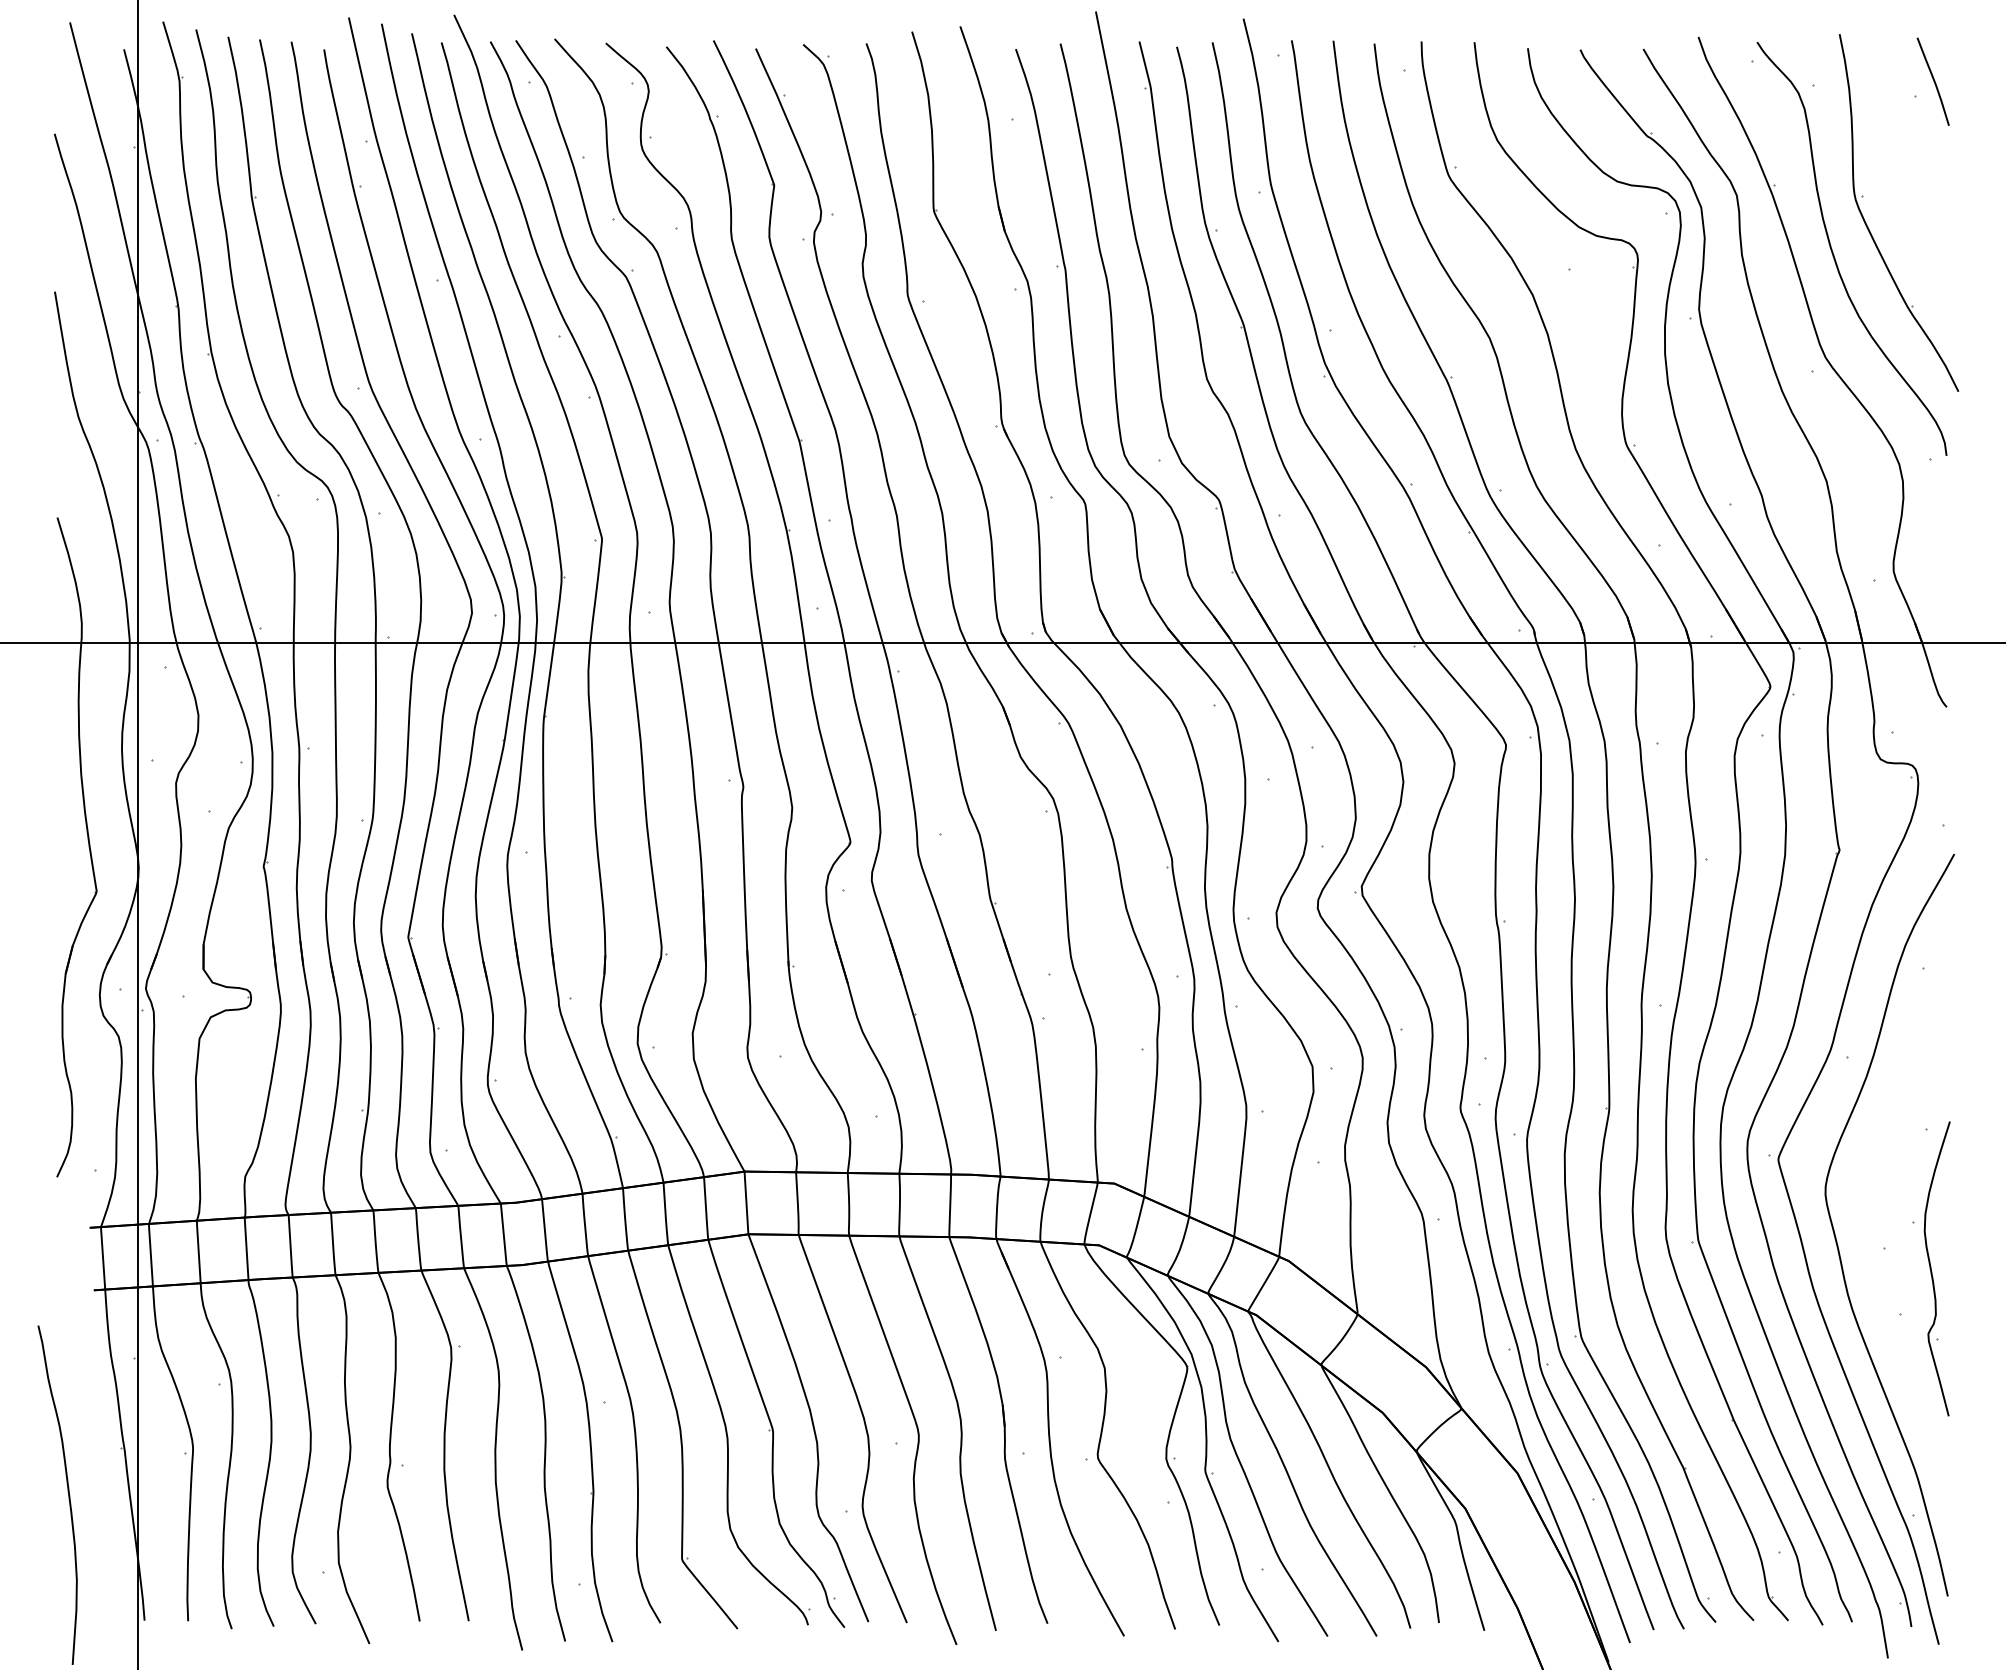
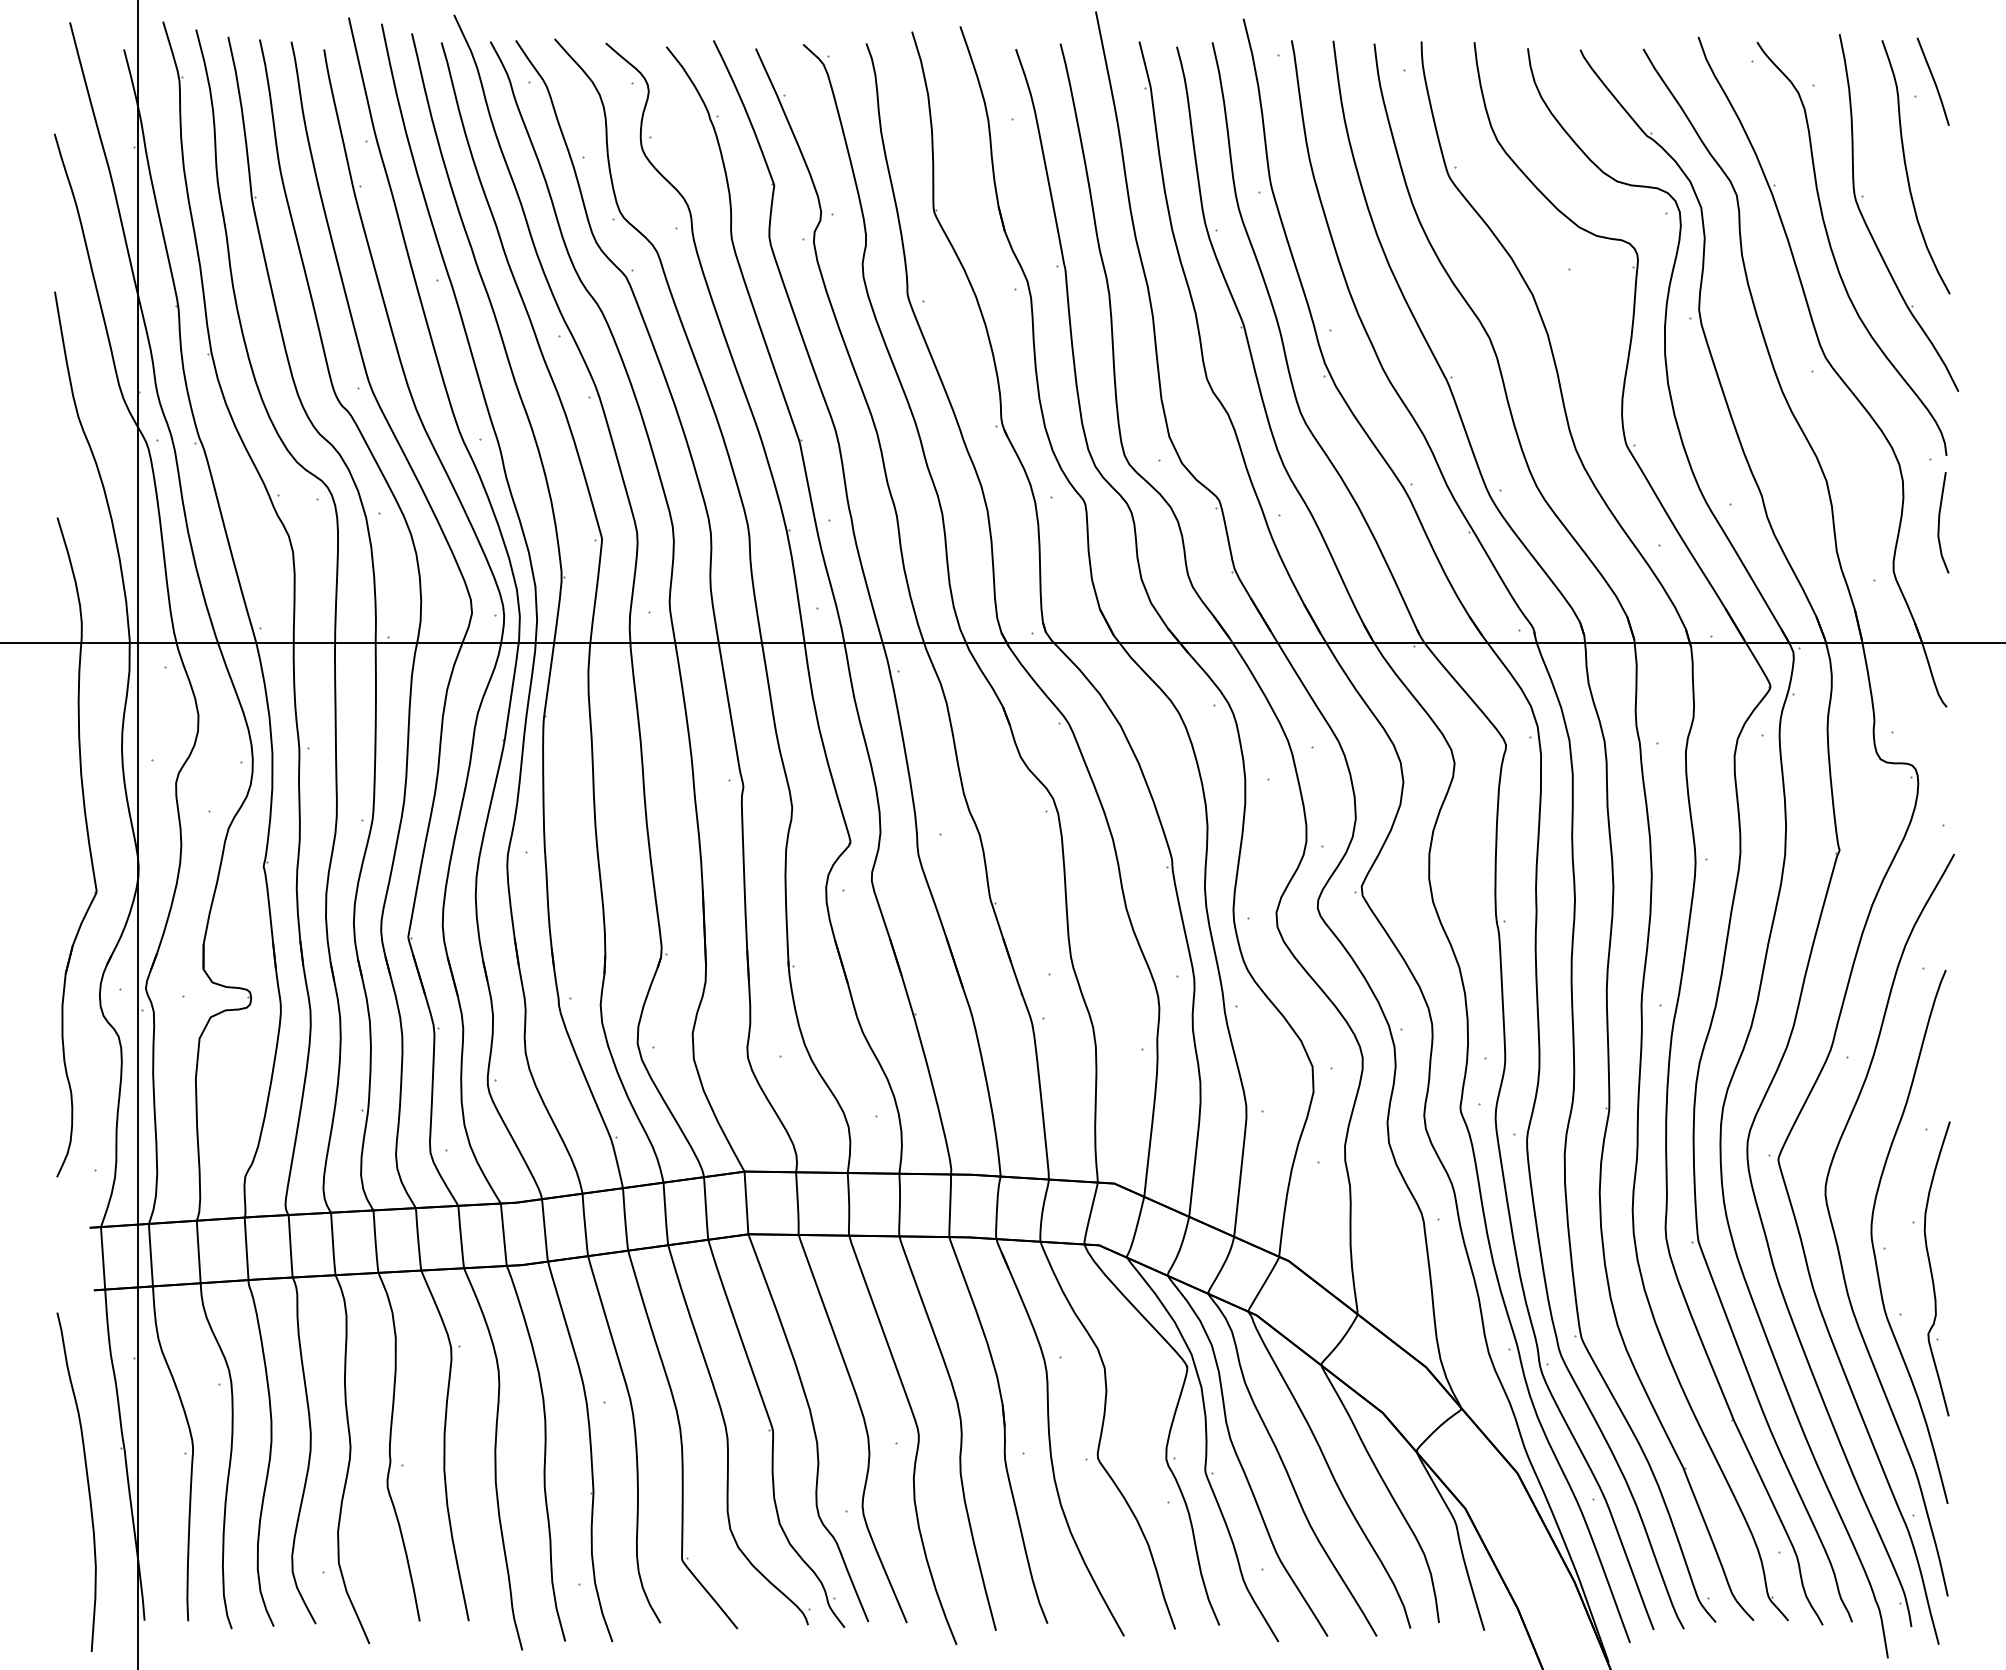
curve at (1907, 169): none -> present
curve at (1939, 522): none -> present
curve at (1873, 1241): none -> present
curve at (67, 1491) position: (67, 1491) -> (86, 1478)
